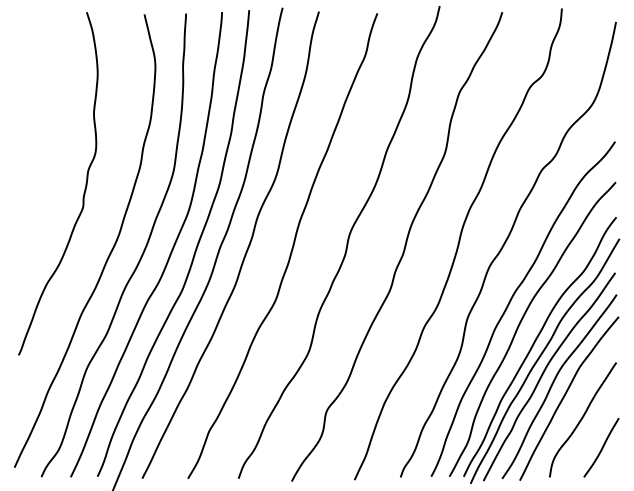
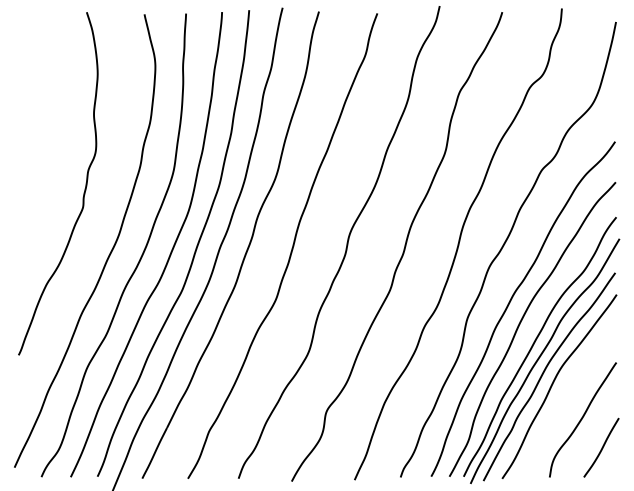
curve at (565, 396): present -> none
